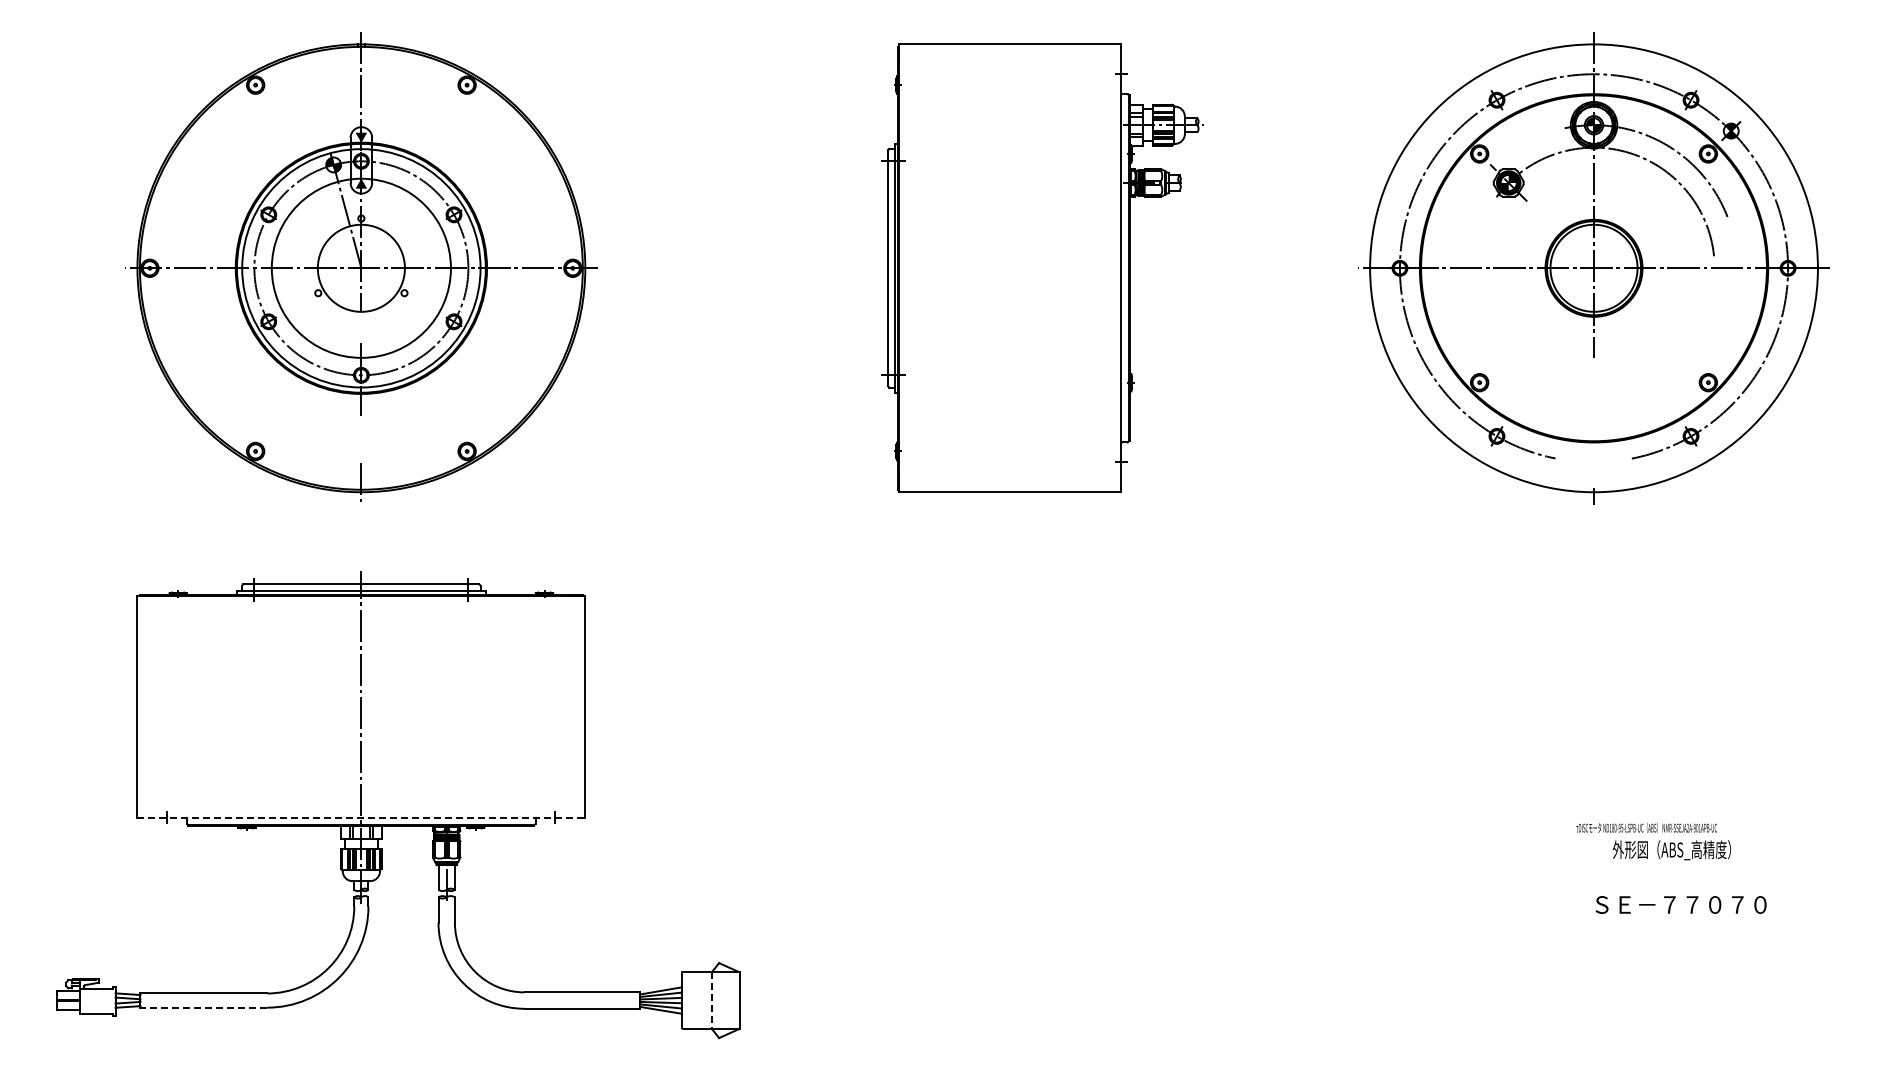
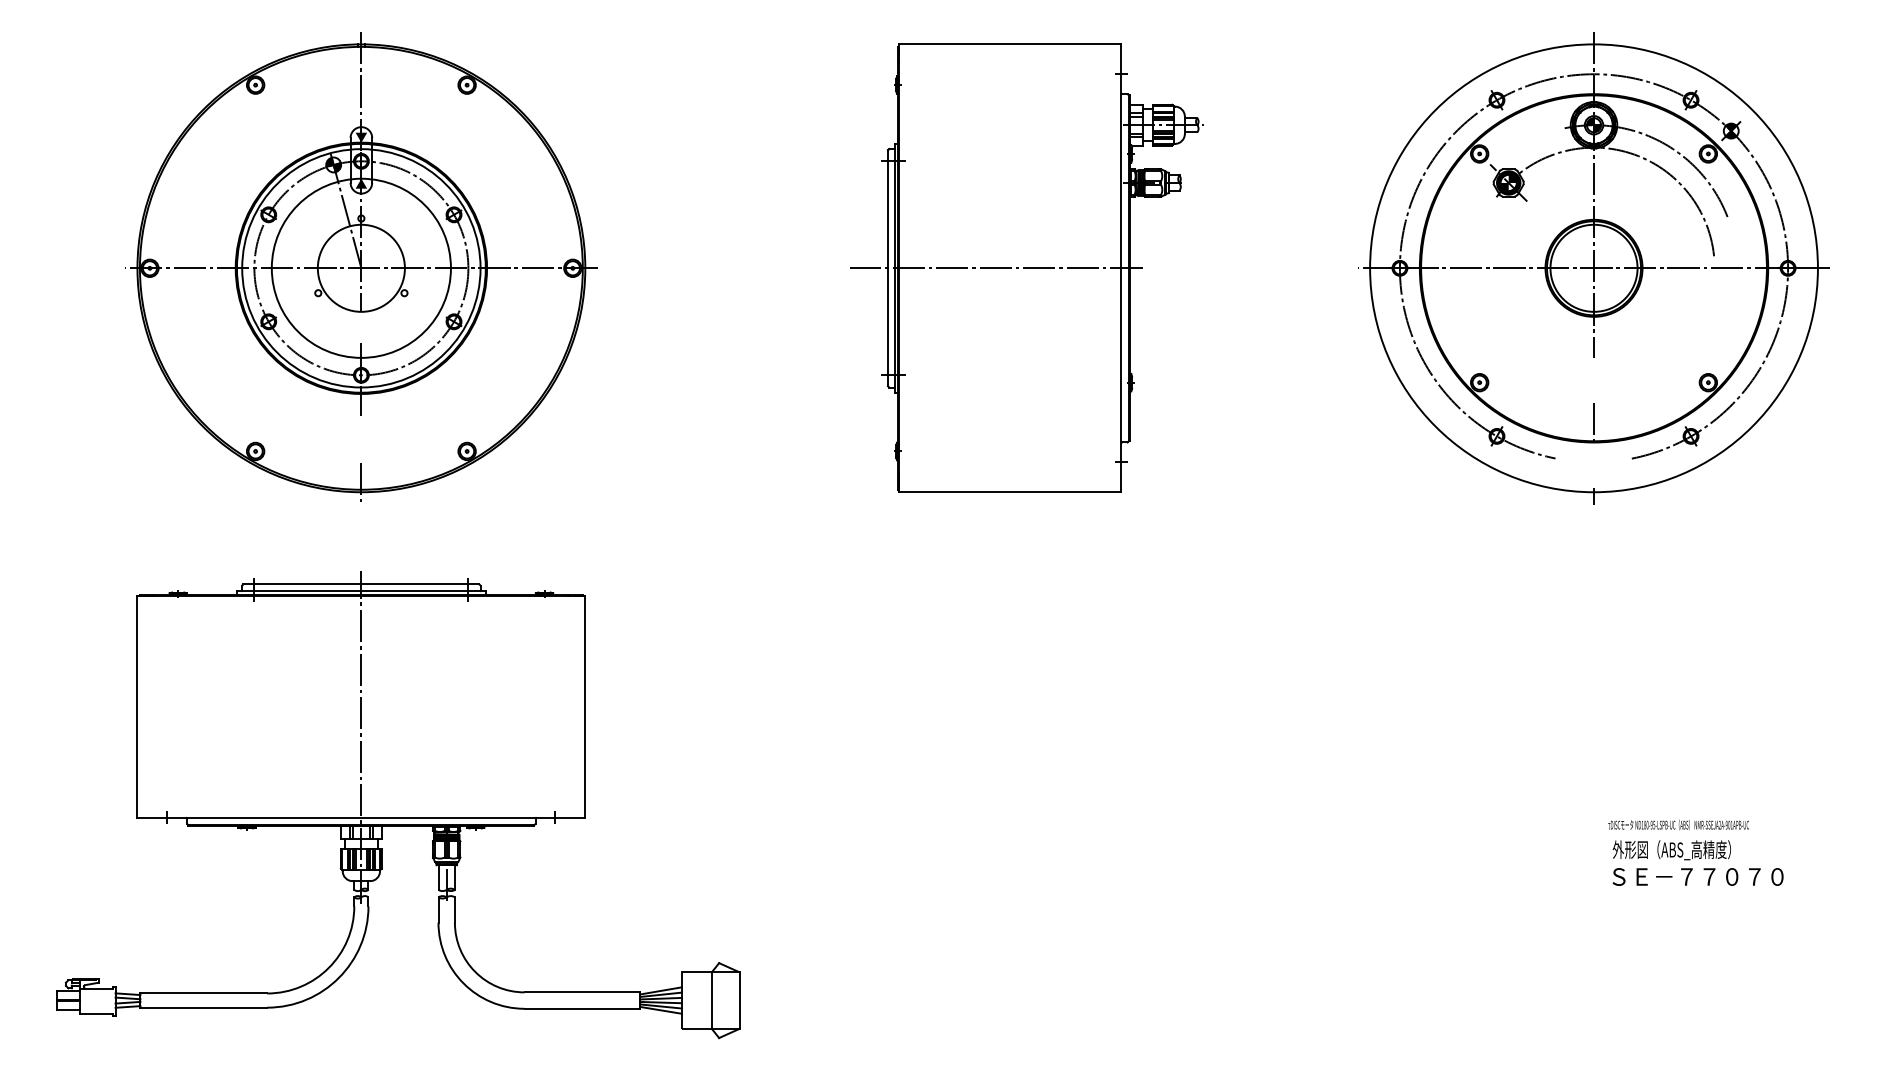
line at (996, 268): none -> present
line at (1594, 422): none -> present
line at (361, 817): dashed -> solid
text at (1646, 827) position: (1646, 827) -> (1678, 824)
text at (1680, 904) position: (1680, 904) -> (1697, 876)
line at (711, 1001): dashed -> solid
line at (203, 1007): dashed -> solid
